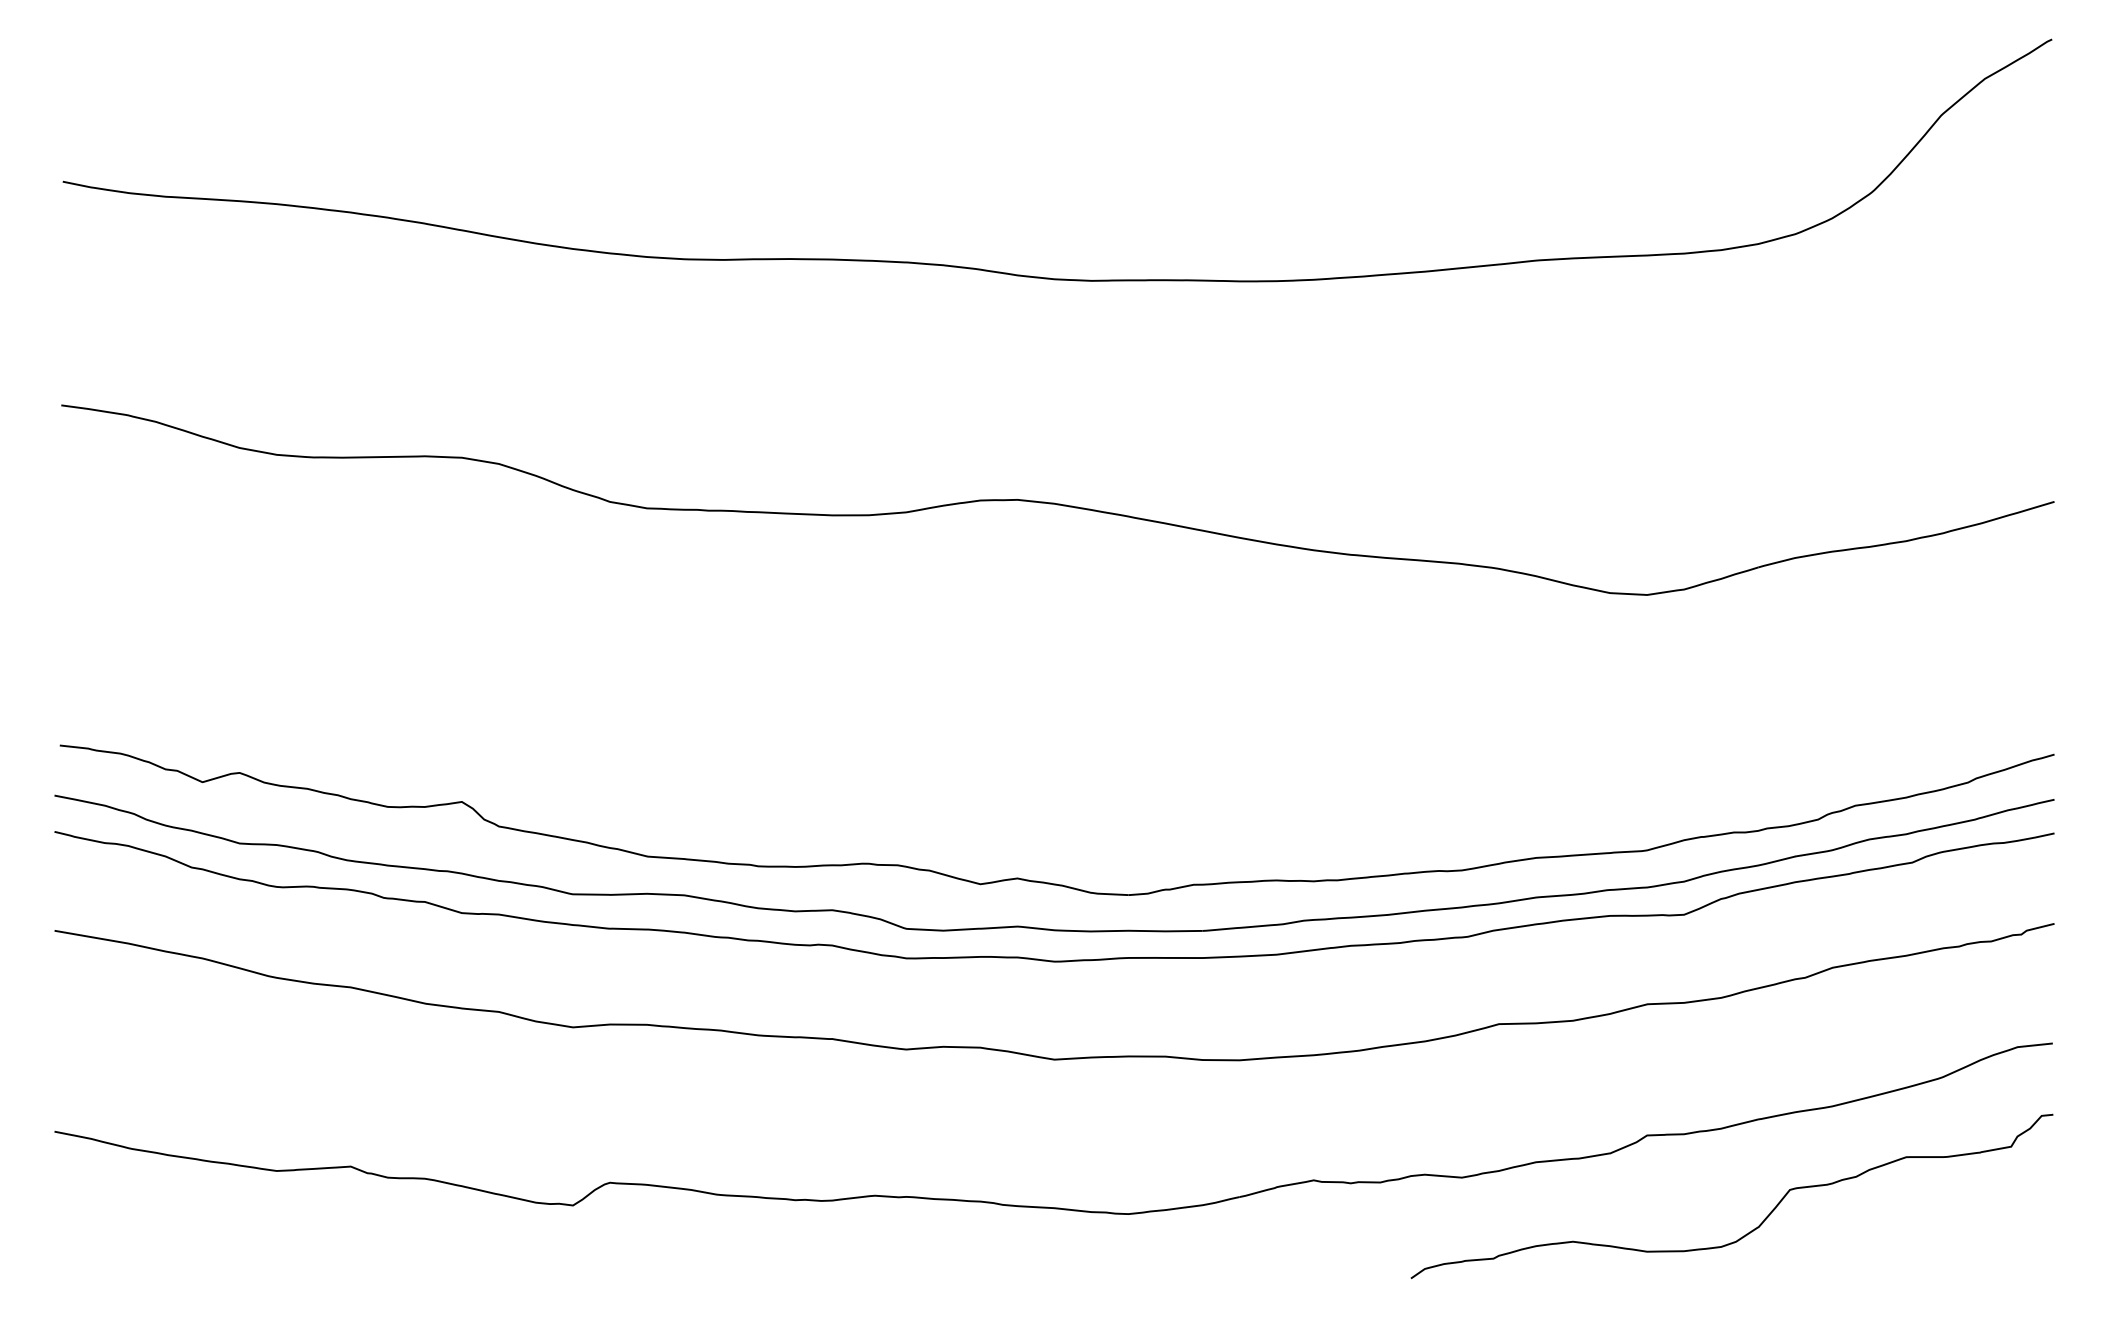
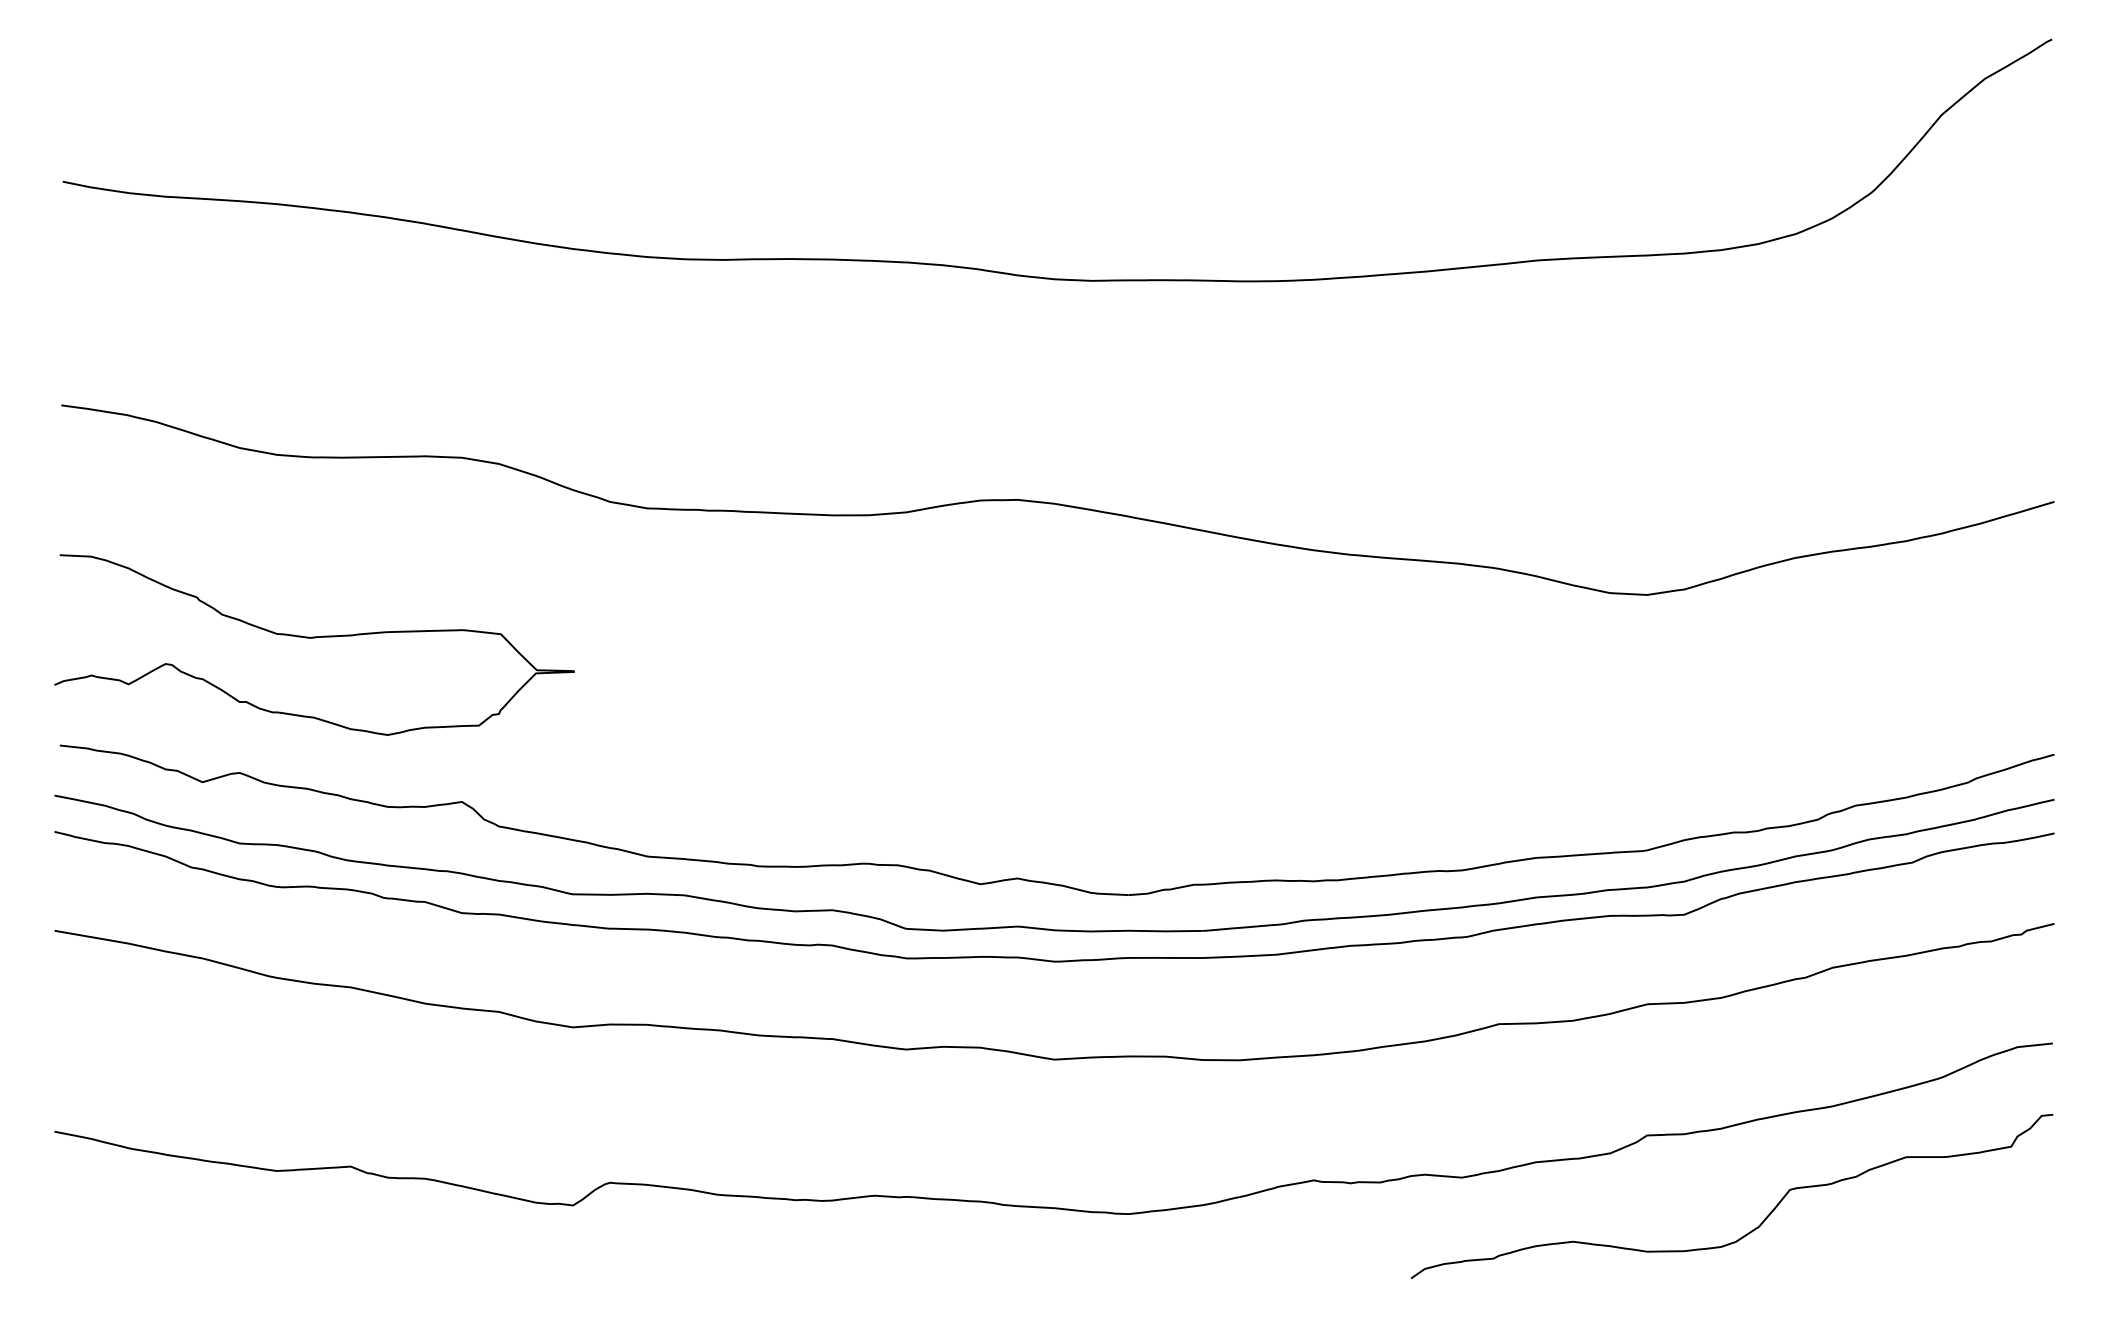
curve at (314, 638): none -> present
